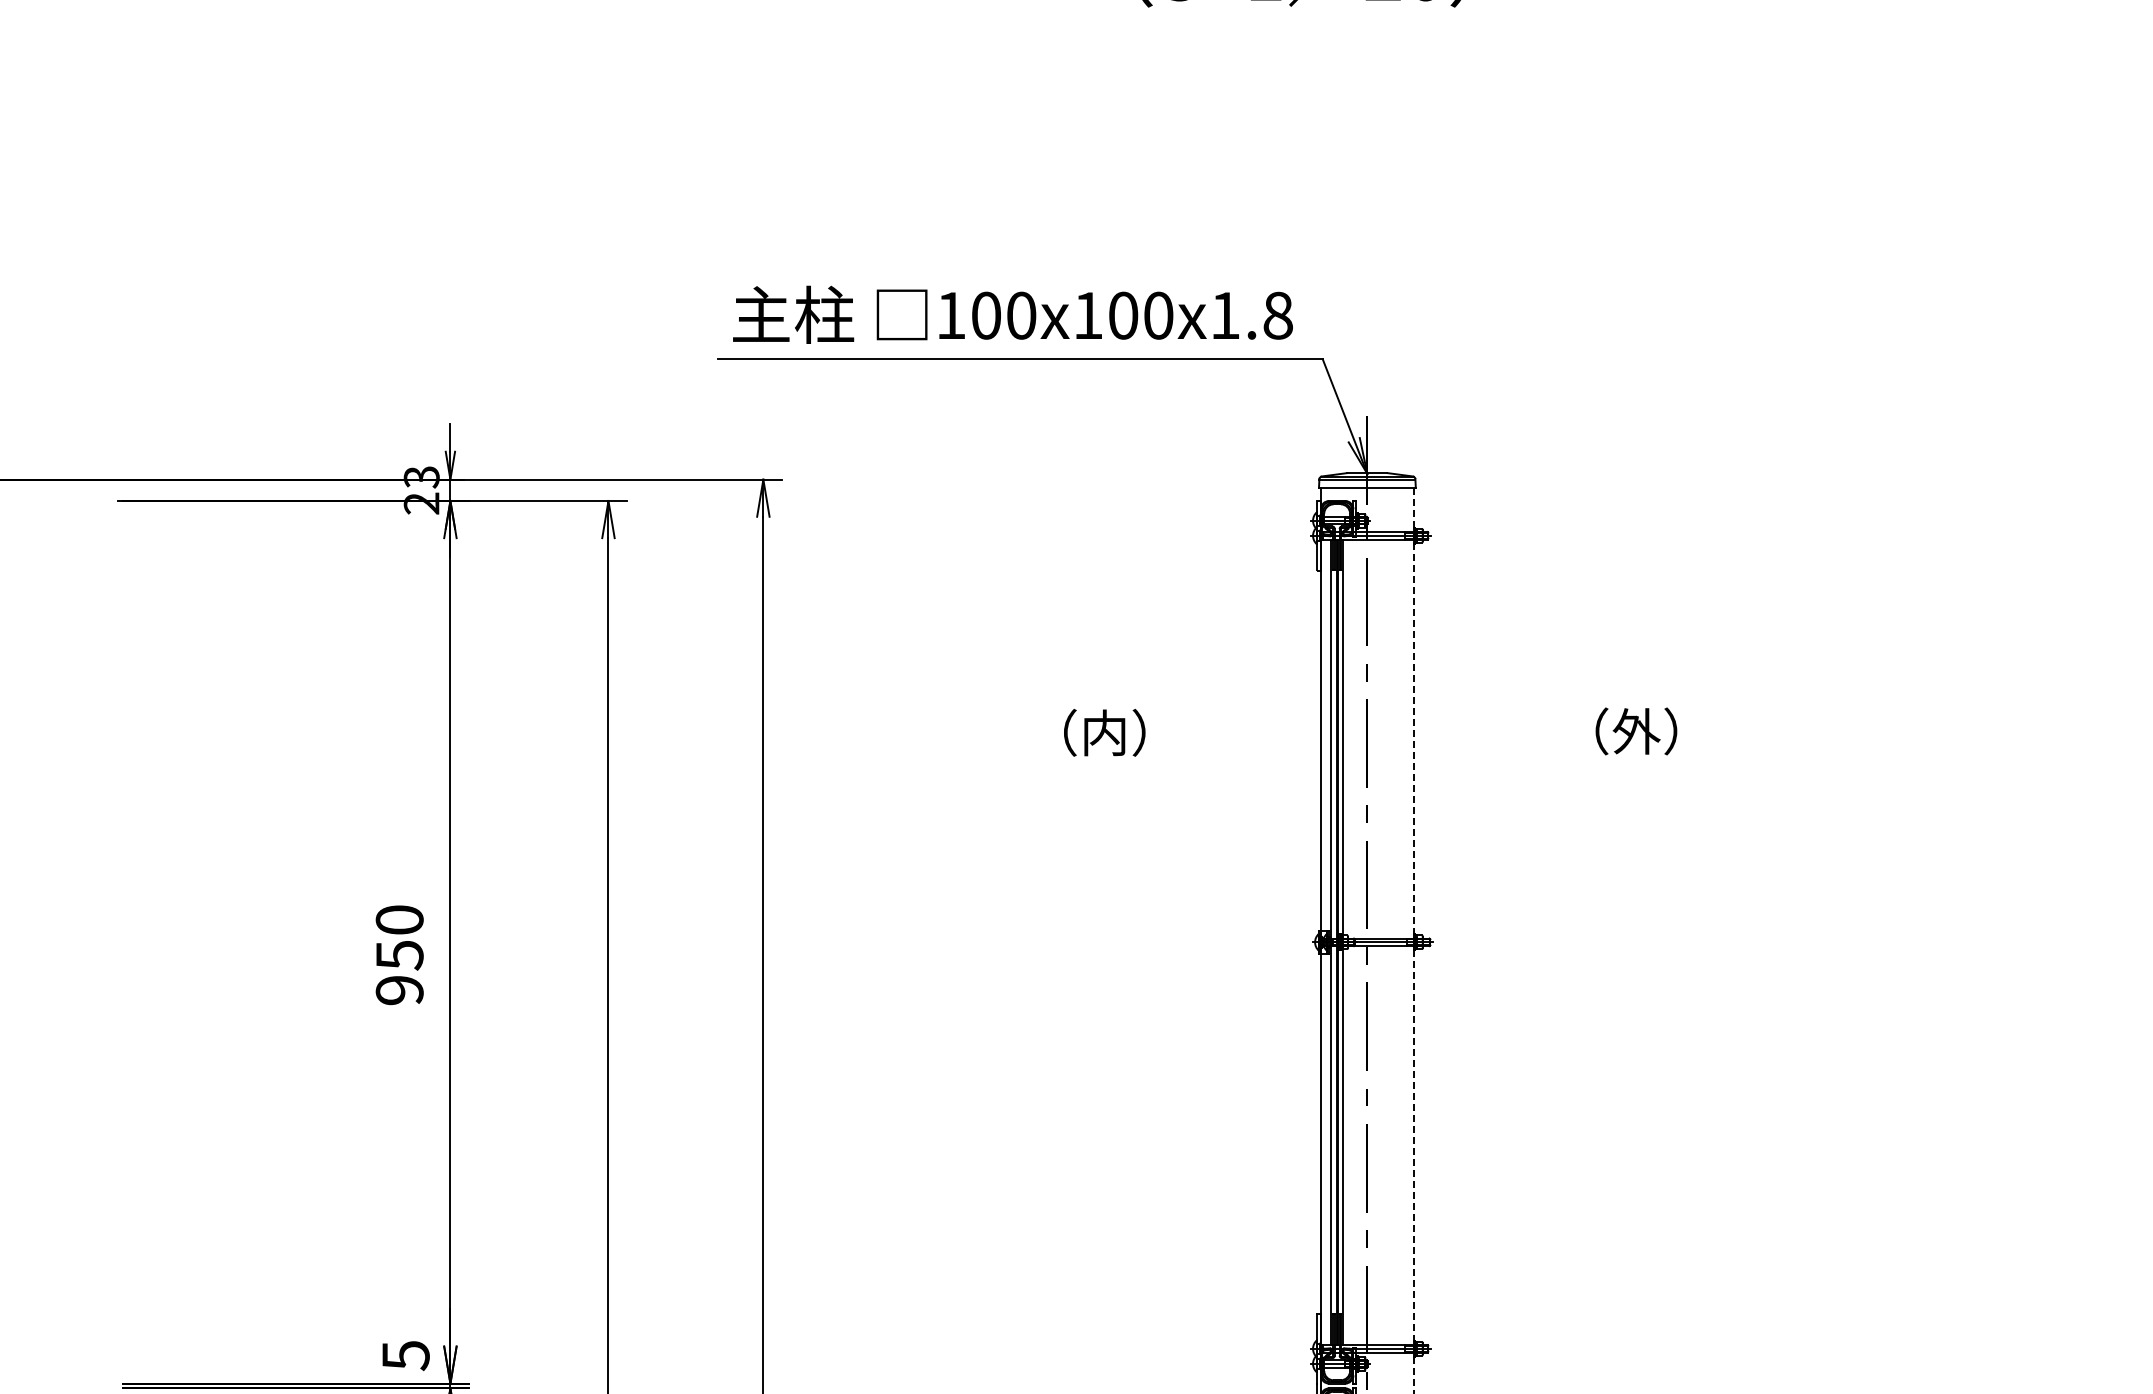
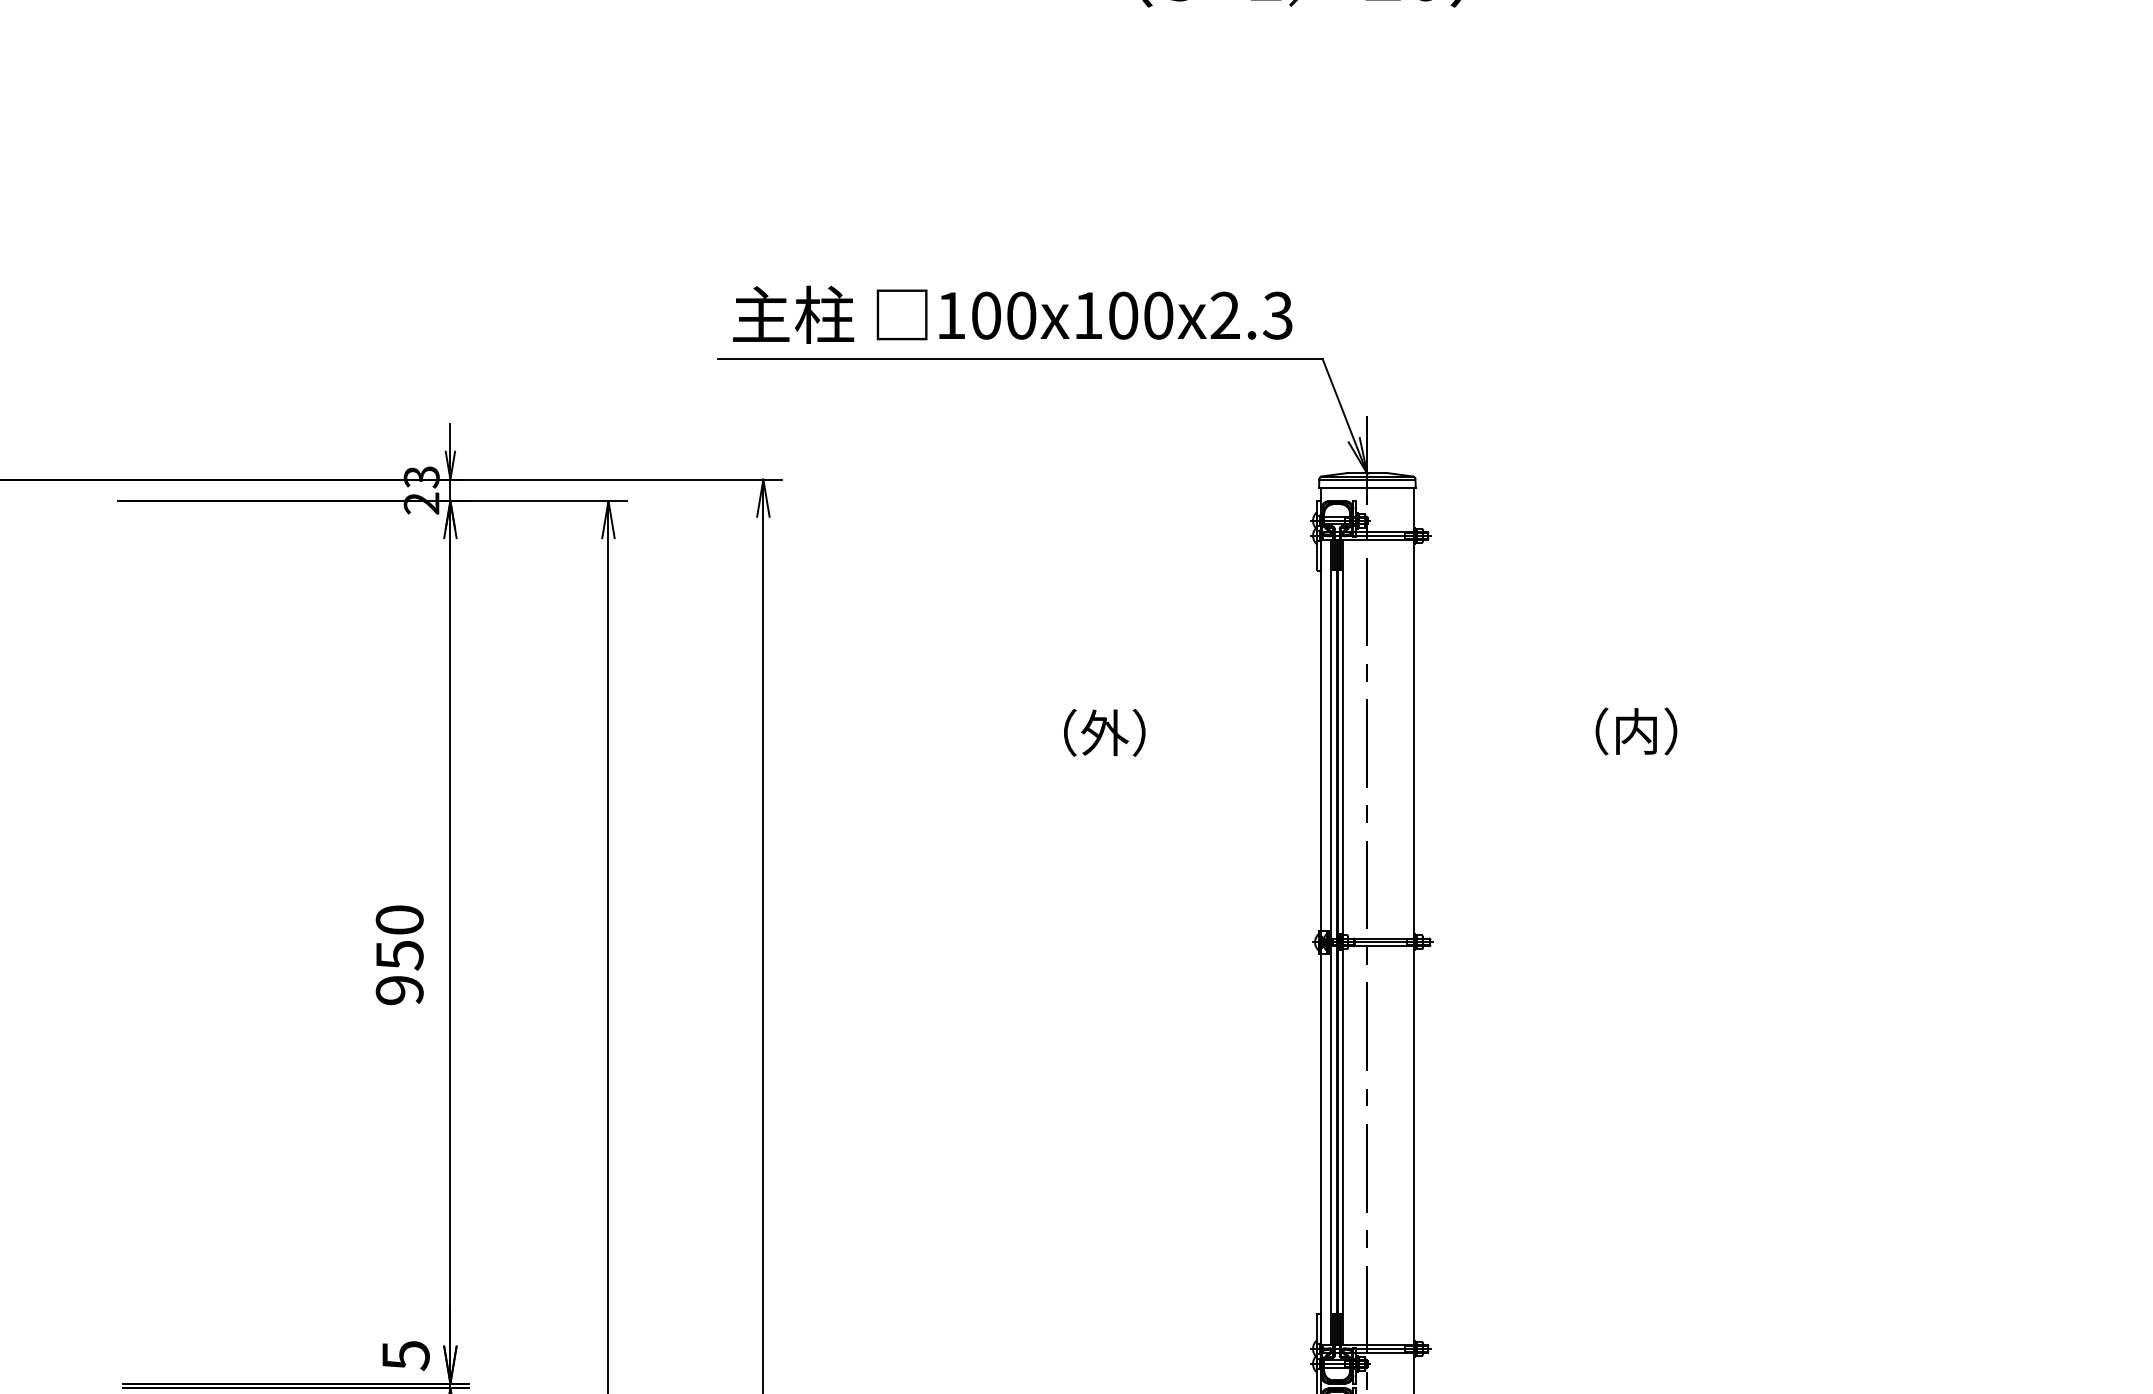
text at (1251, 315): 100x100x1.8 -> 100x100x2.3
text at (1636, 731): （外） -> （内）
text at (1104, 732): （内） -> （外）
line at (1413, 940): dashed -> solid
